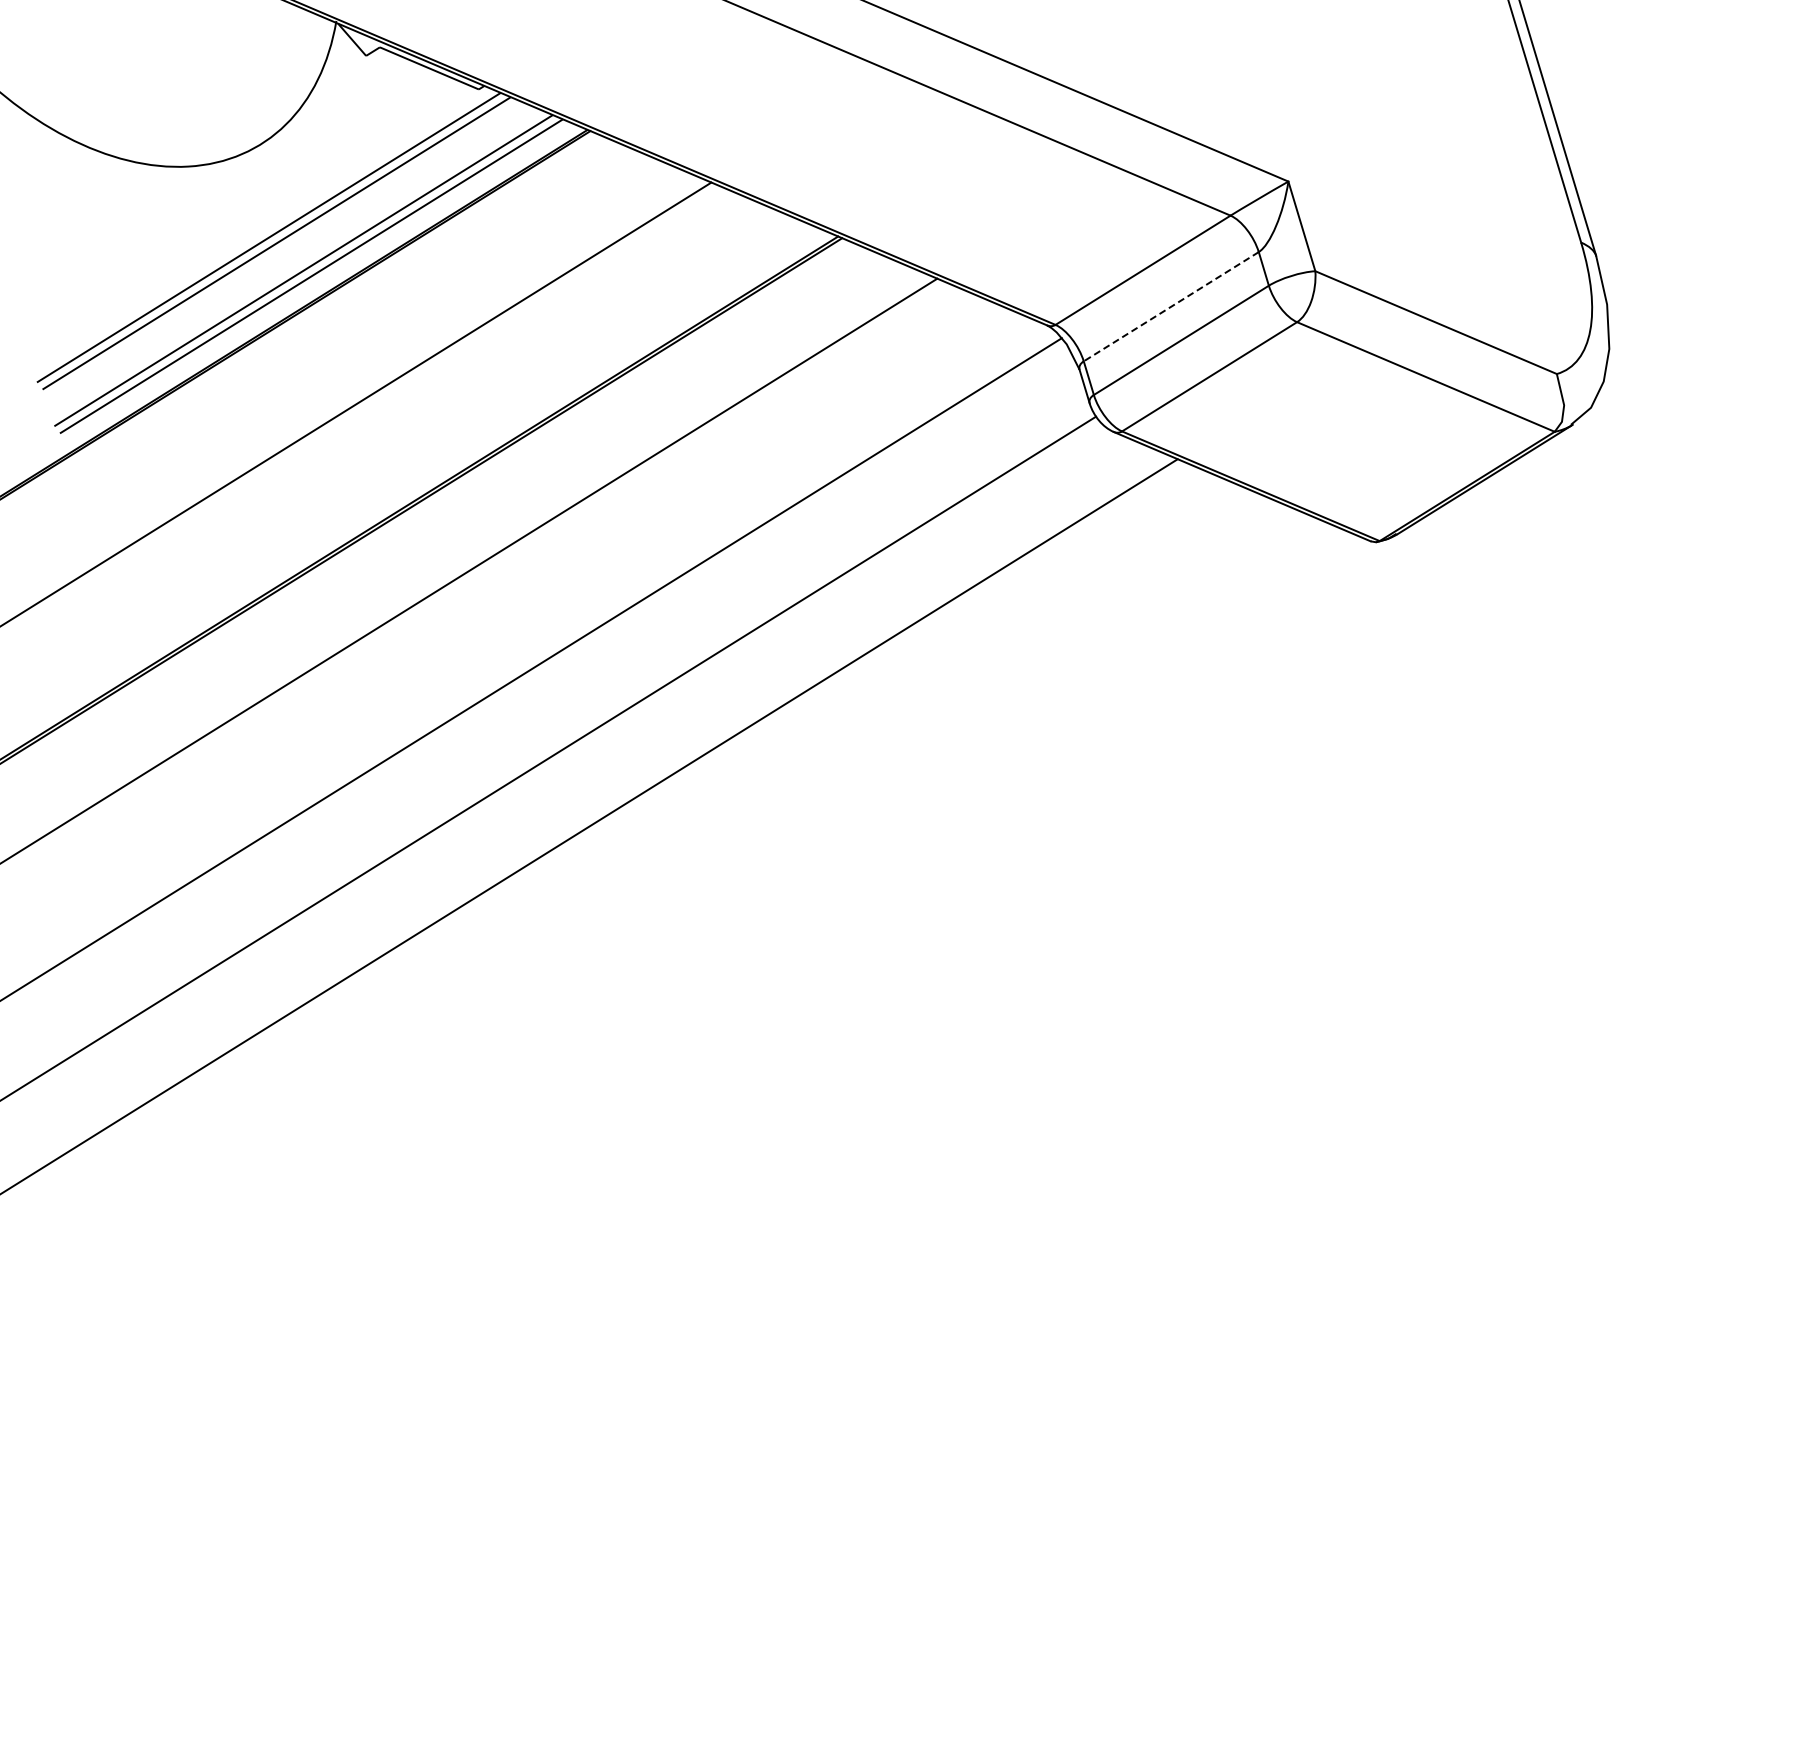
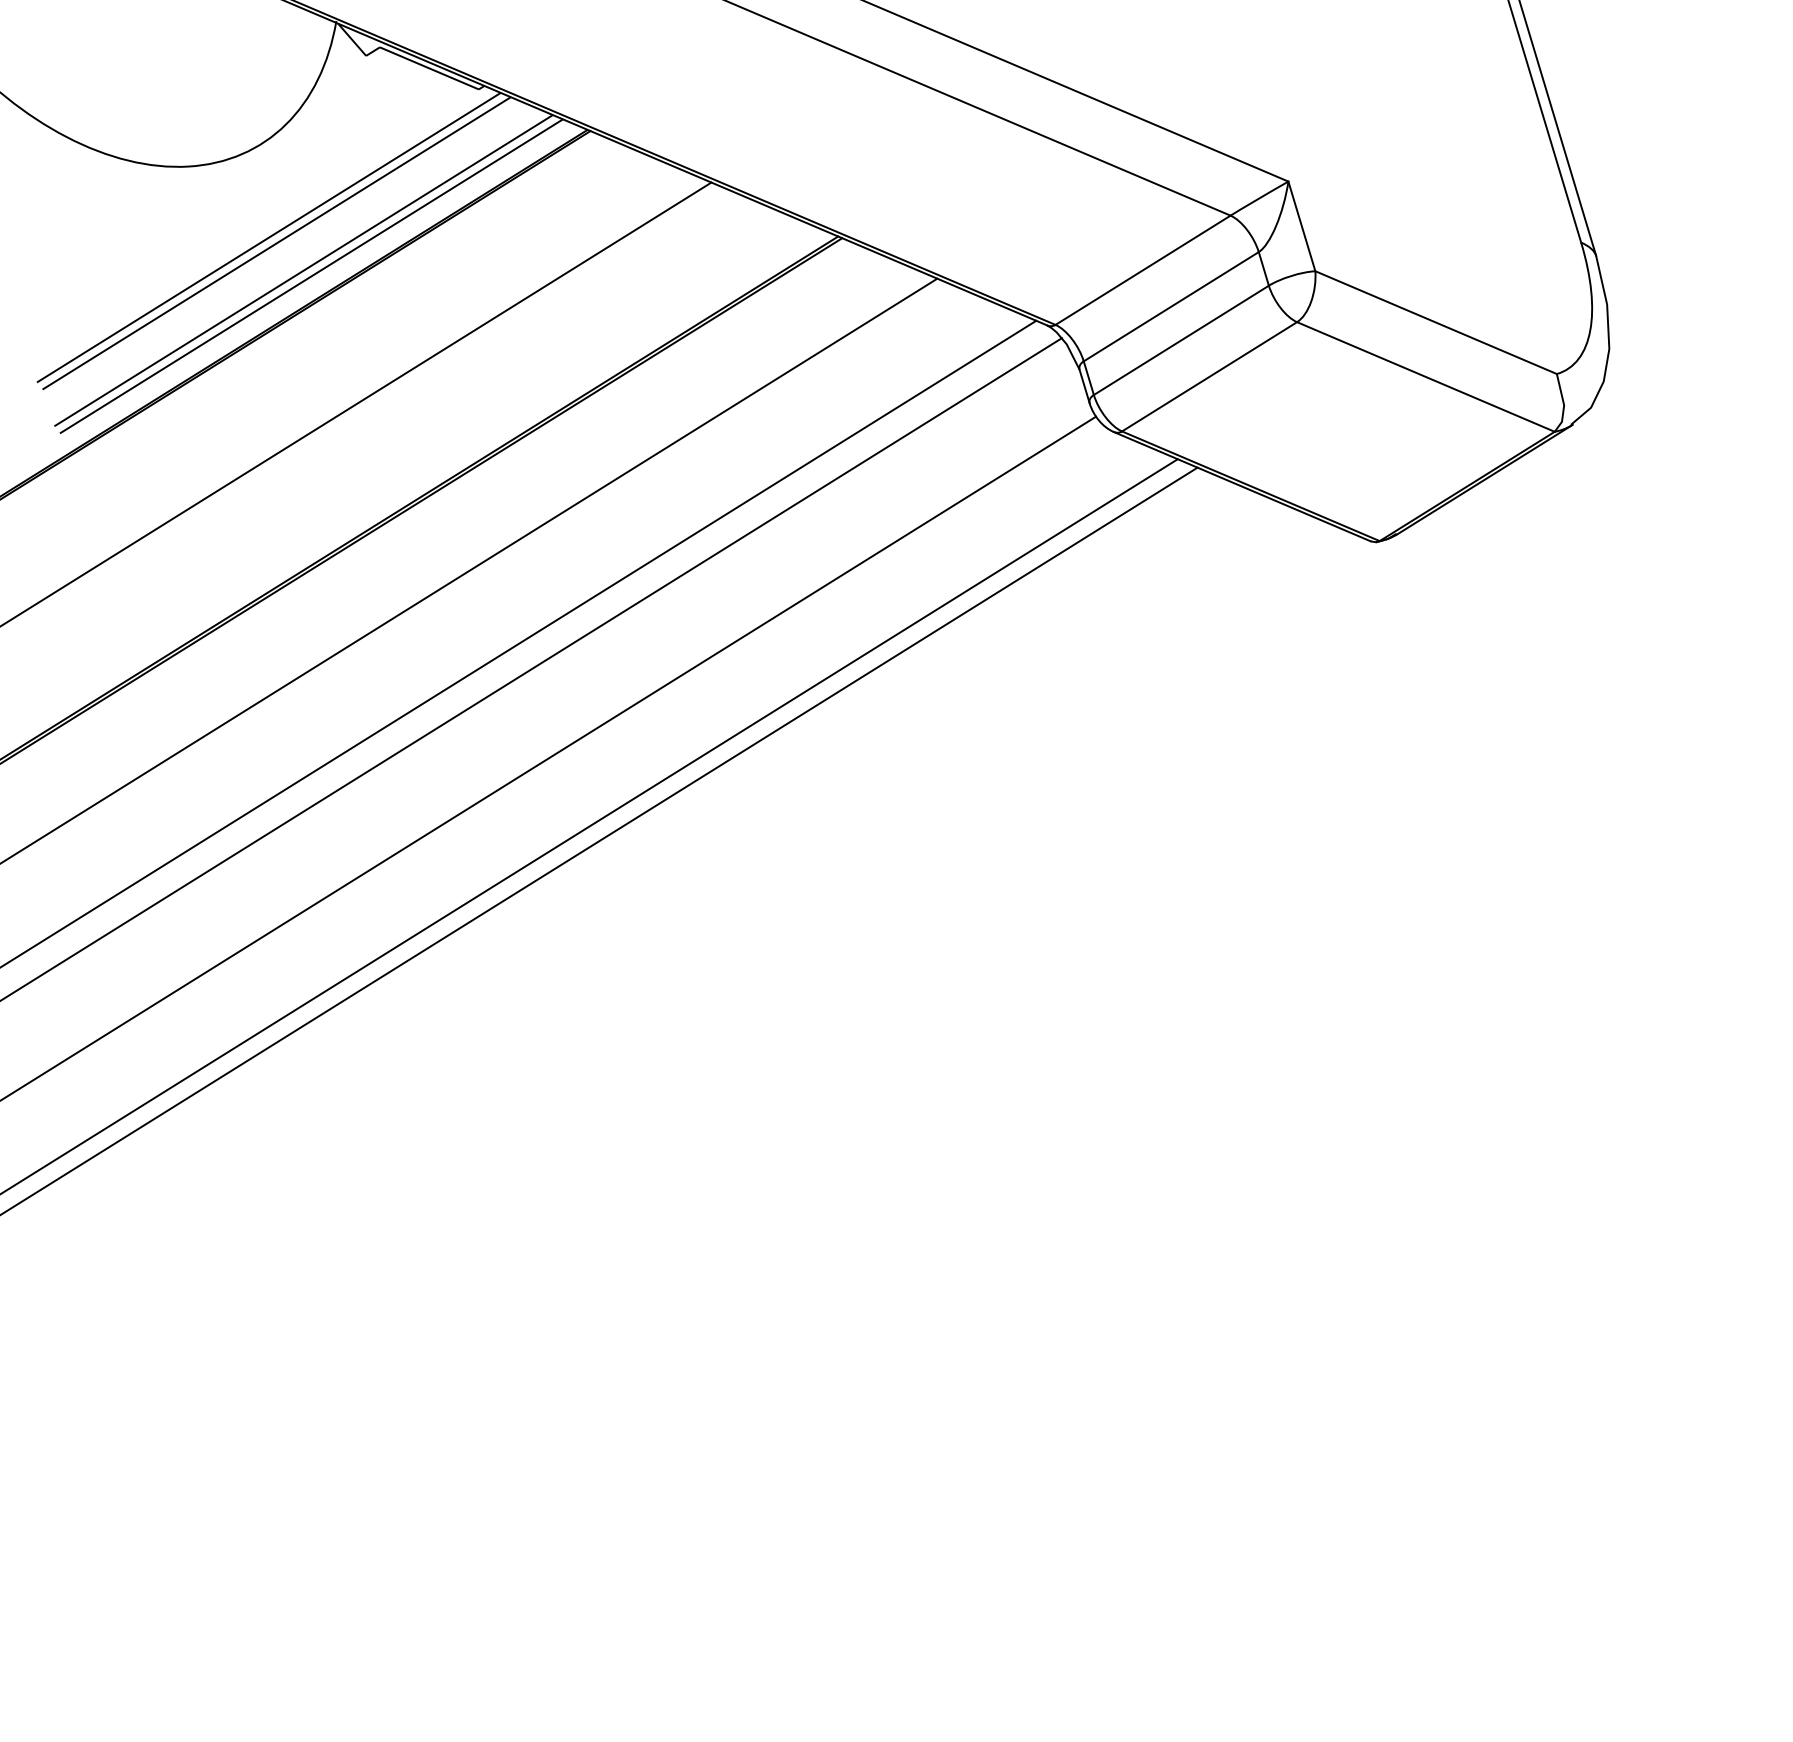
line at (1170, 306): dashed -> solid
line at (519, 643): none -> present
line at (599, 840): none -> present
